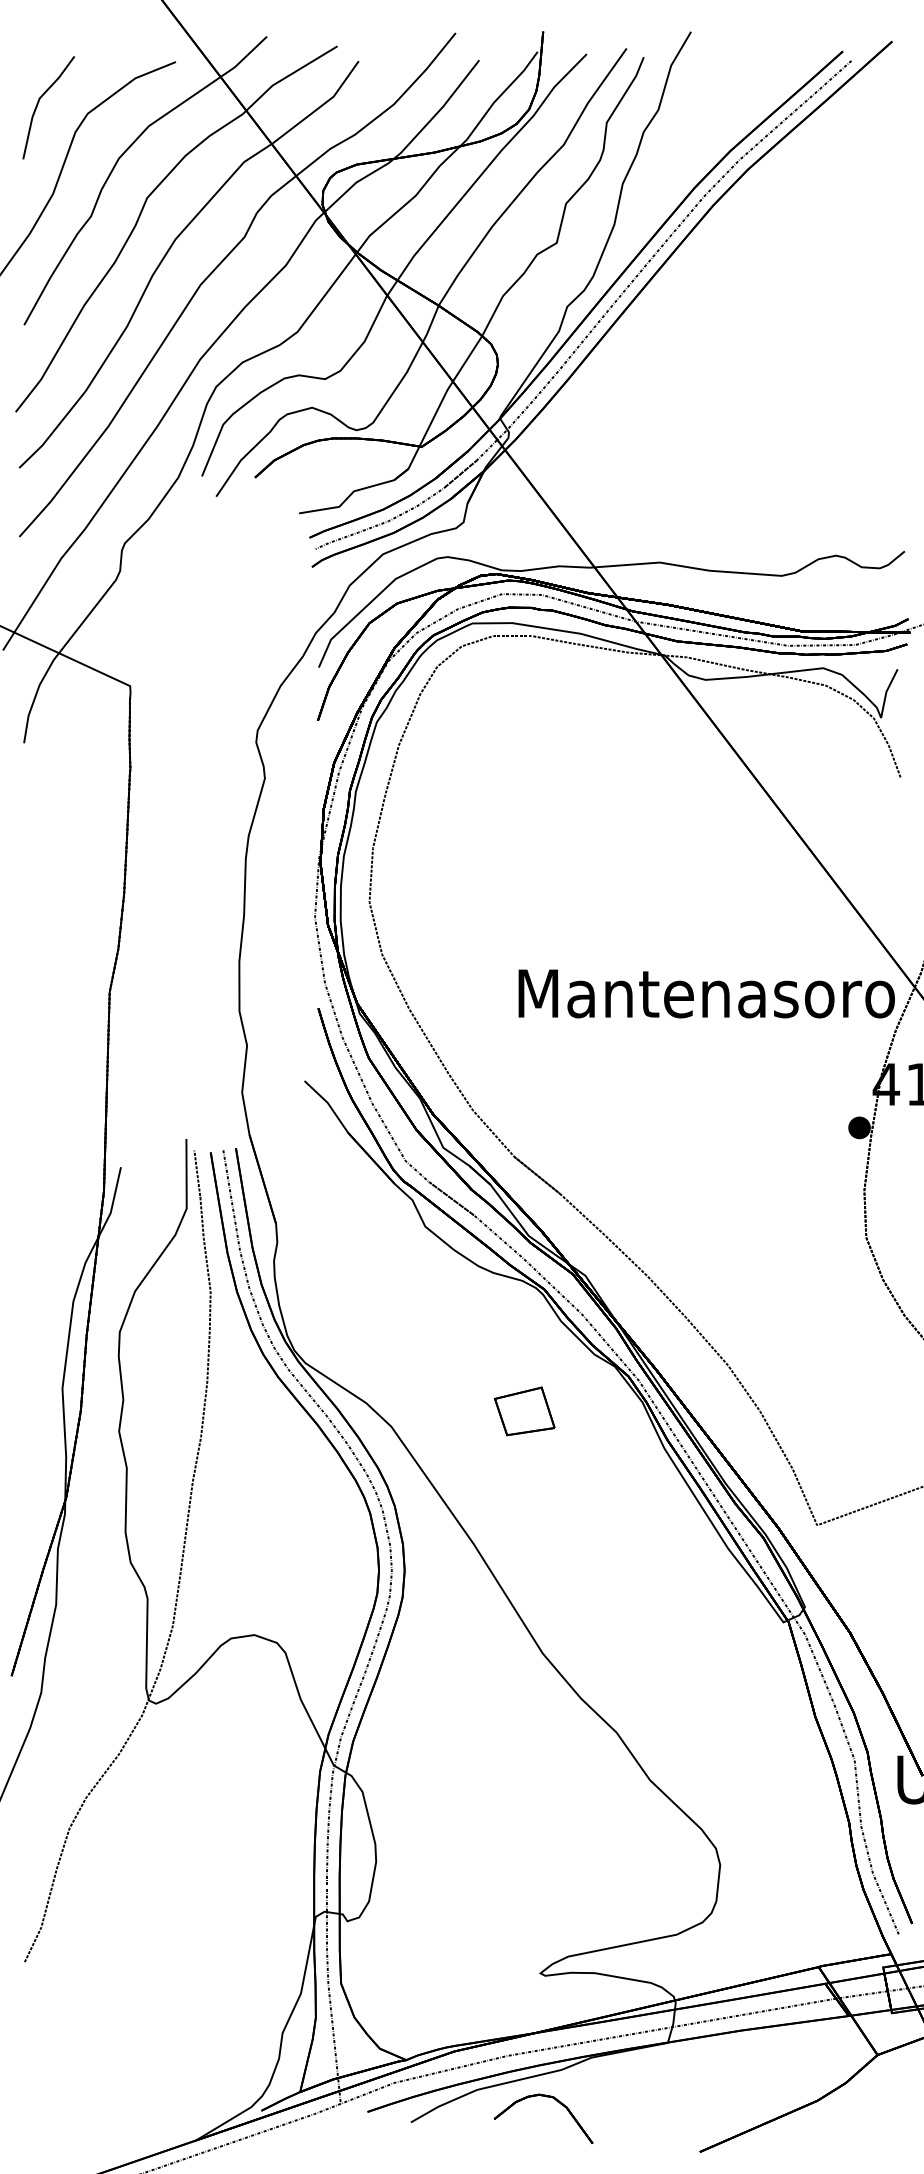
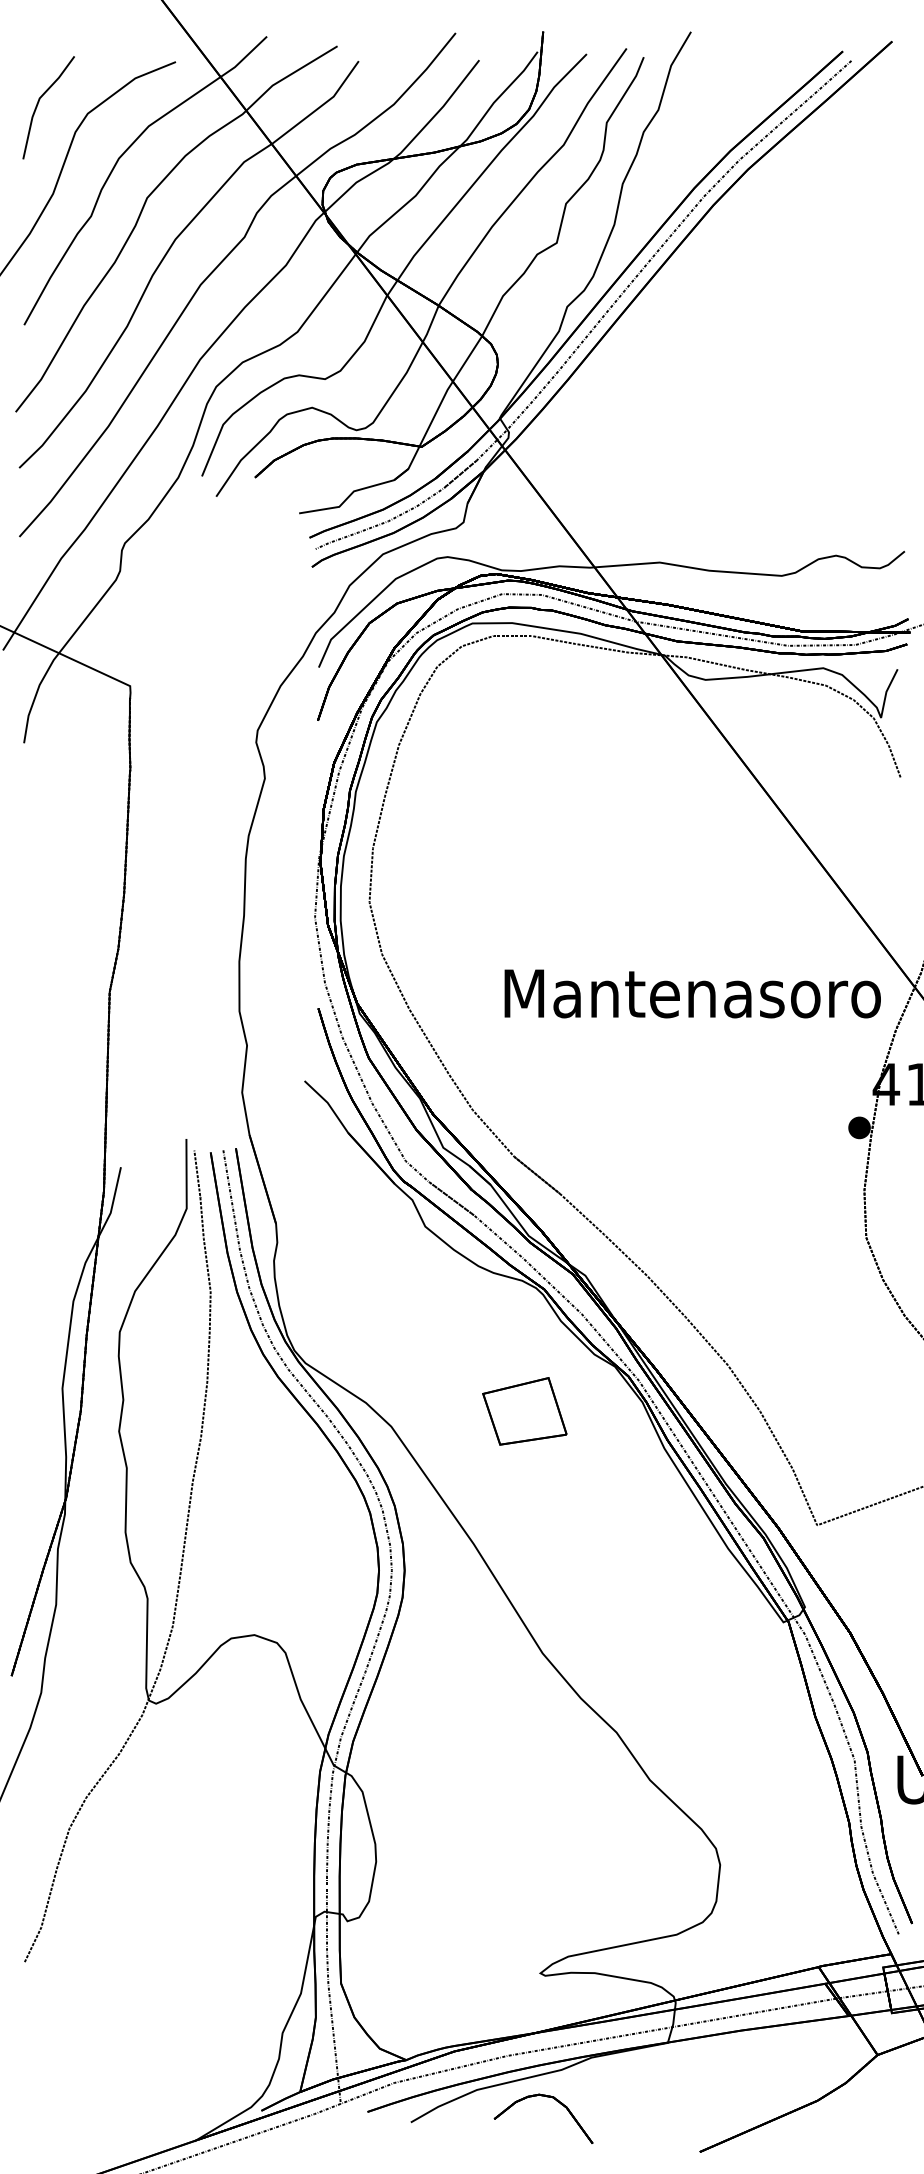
text at (706, 993) position: (706, 993) -> (692, 993)
part at (524, 1411) size: 63x51 px -> 86x69 px
